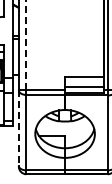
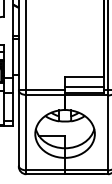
line at (26, 45): dashed -> solid
line at (18, 128): dashed -> solid
